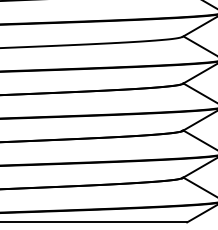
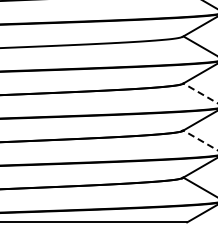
line at (200, 93): solid -> dashed
line at (200, 140): solid -> dashed
